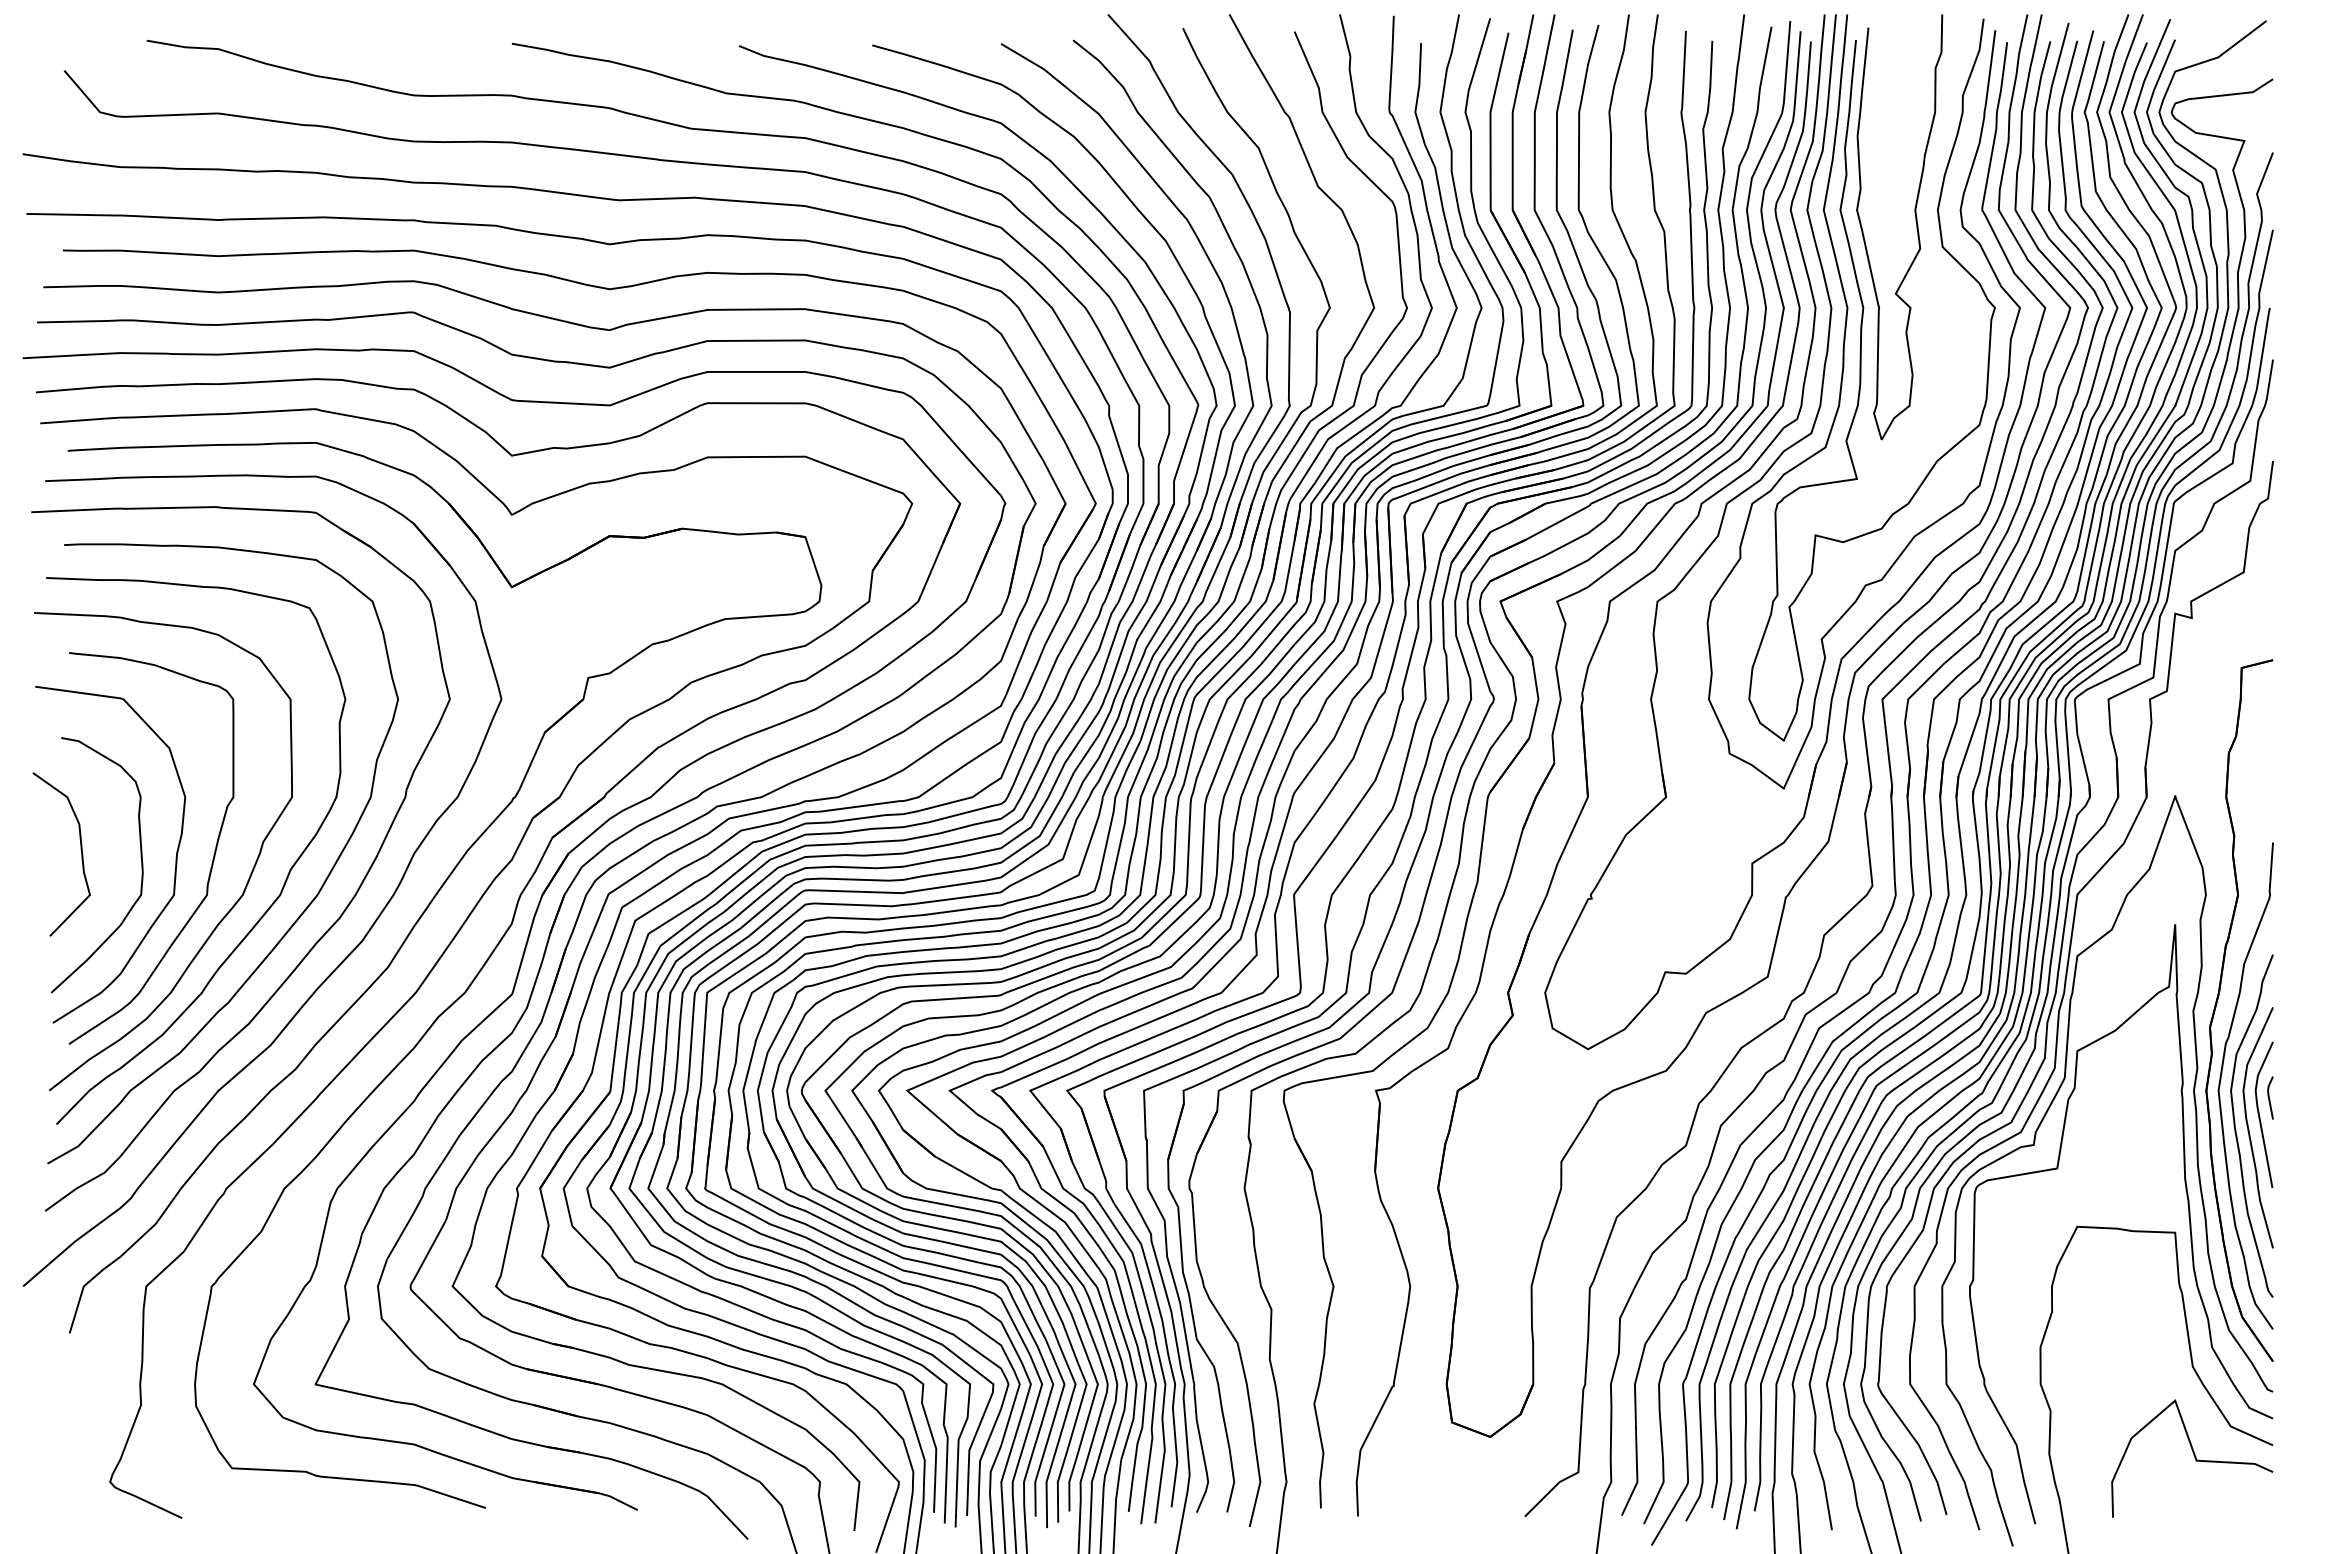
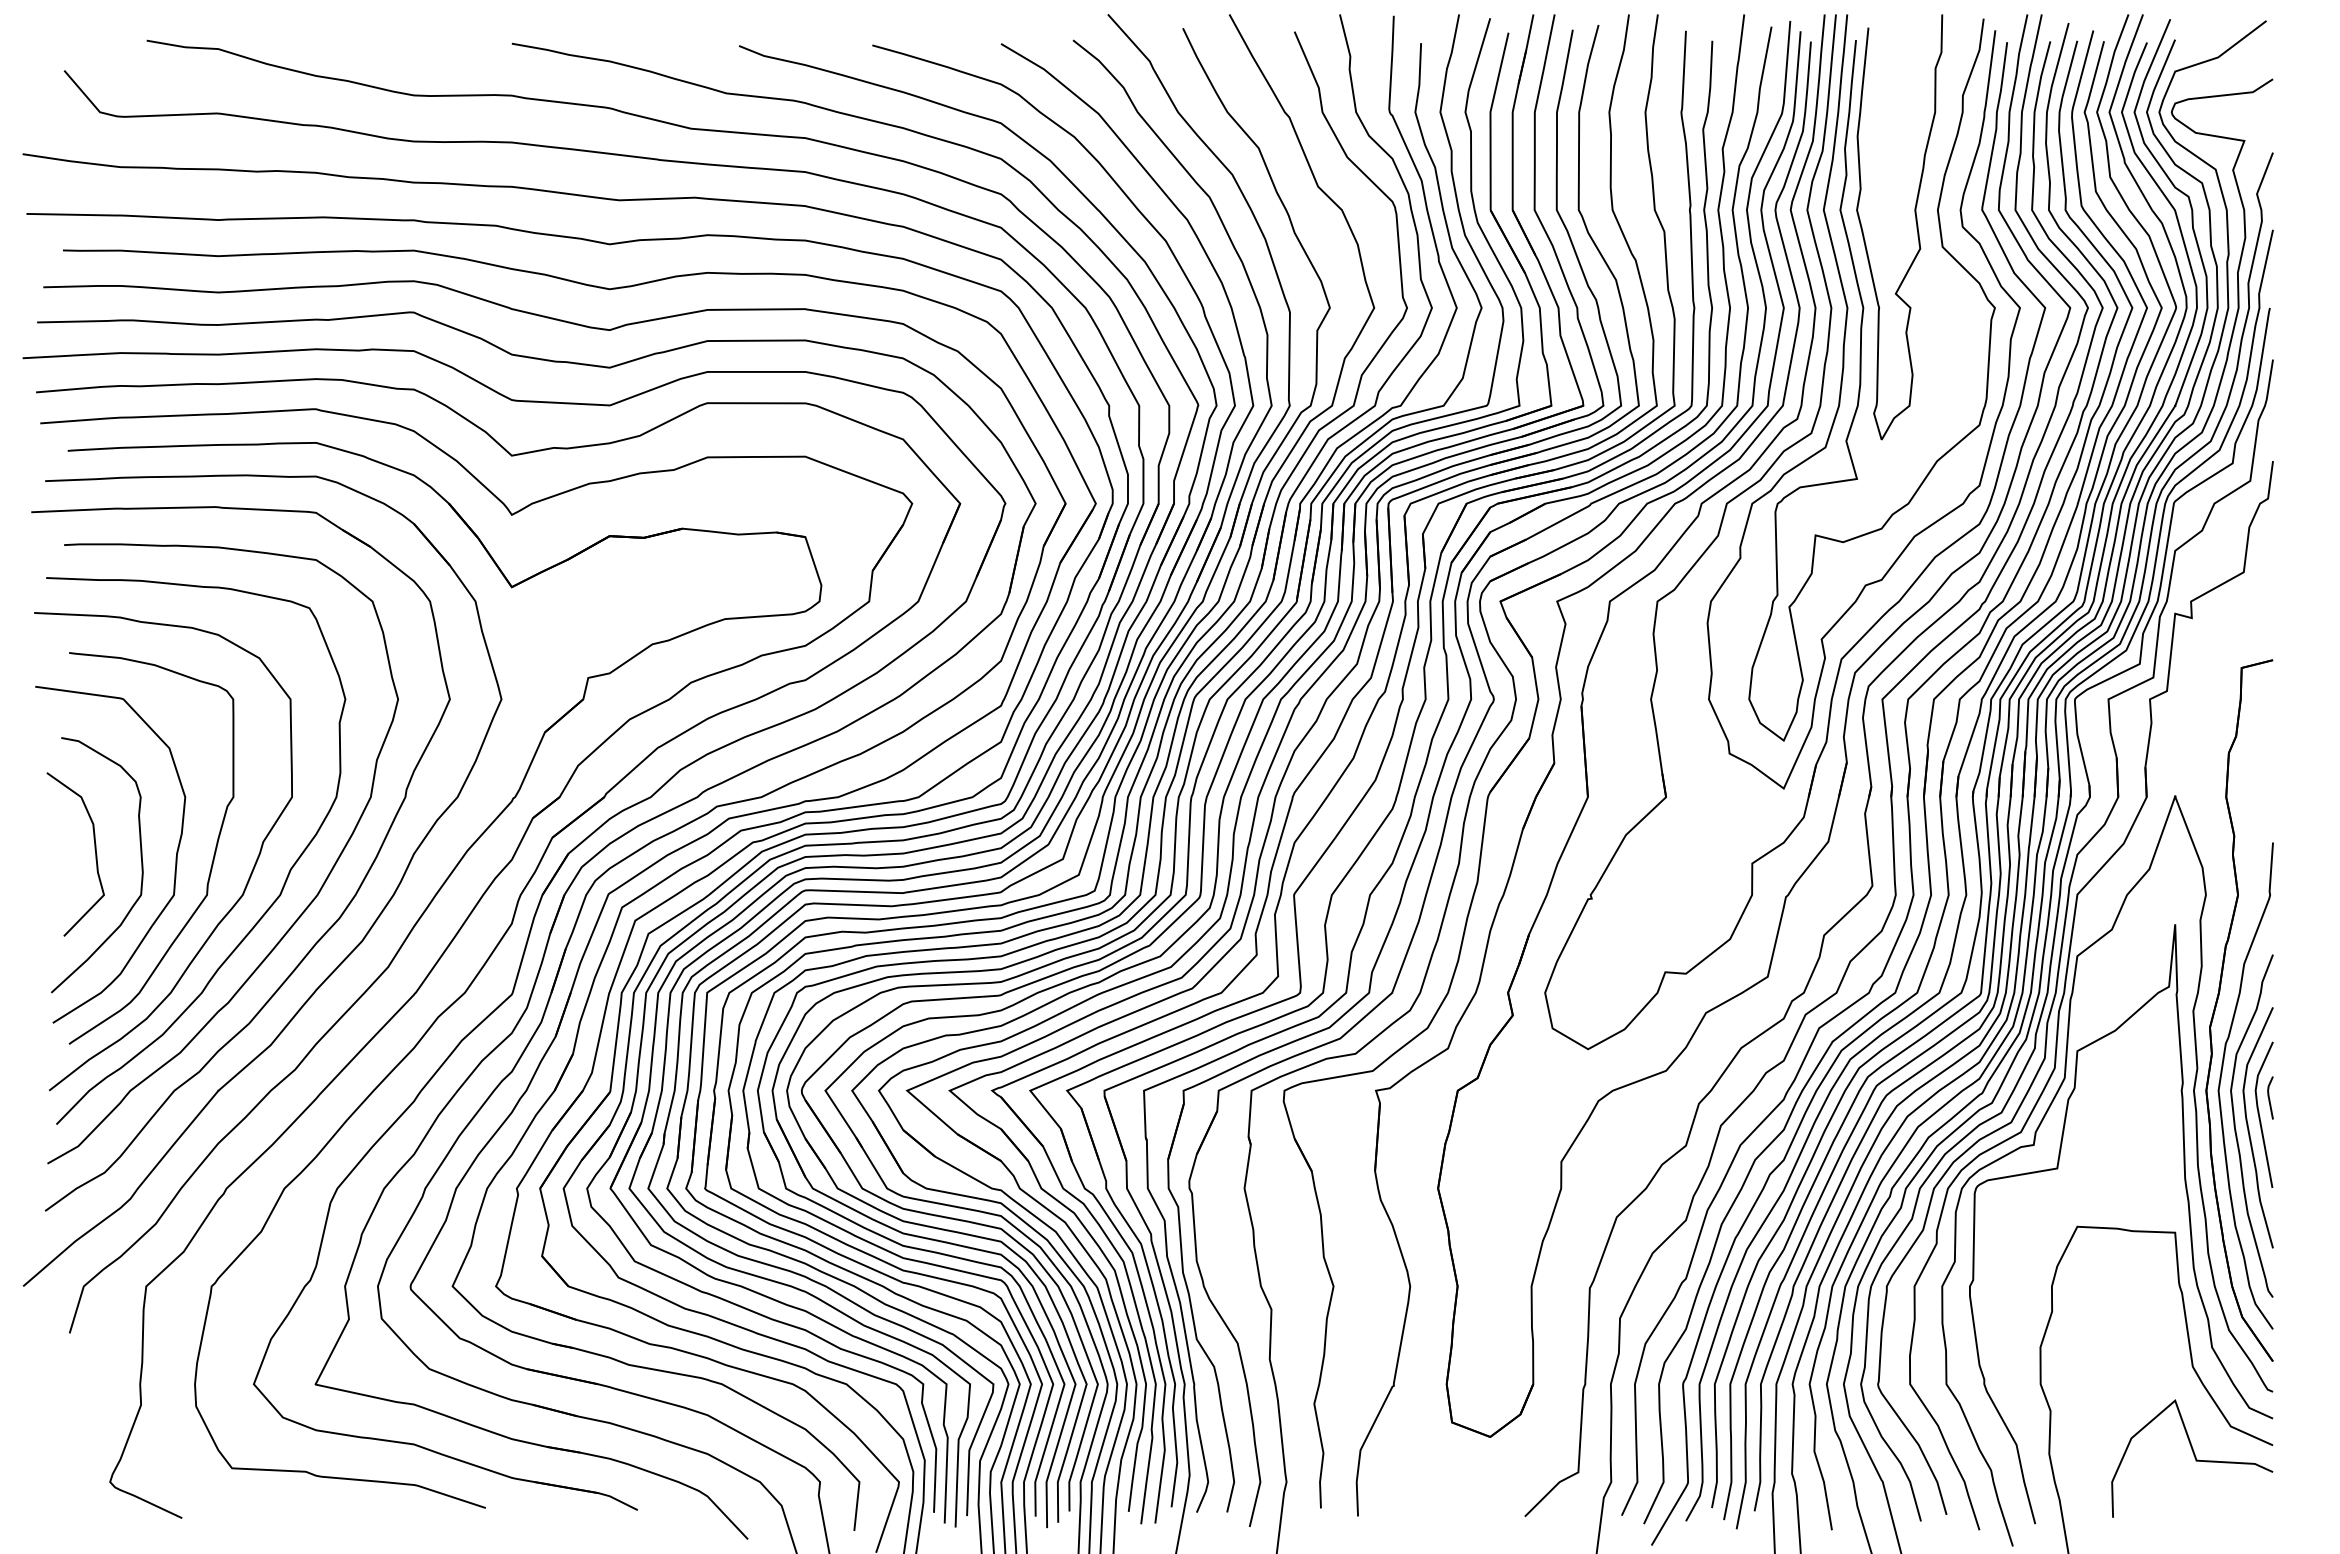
curve at (80, 849) position: (80, 849) -> (94, 849)
